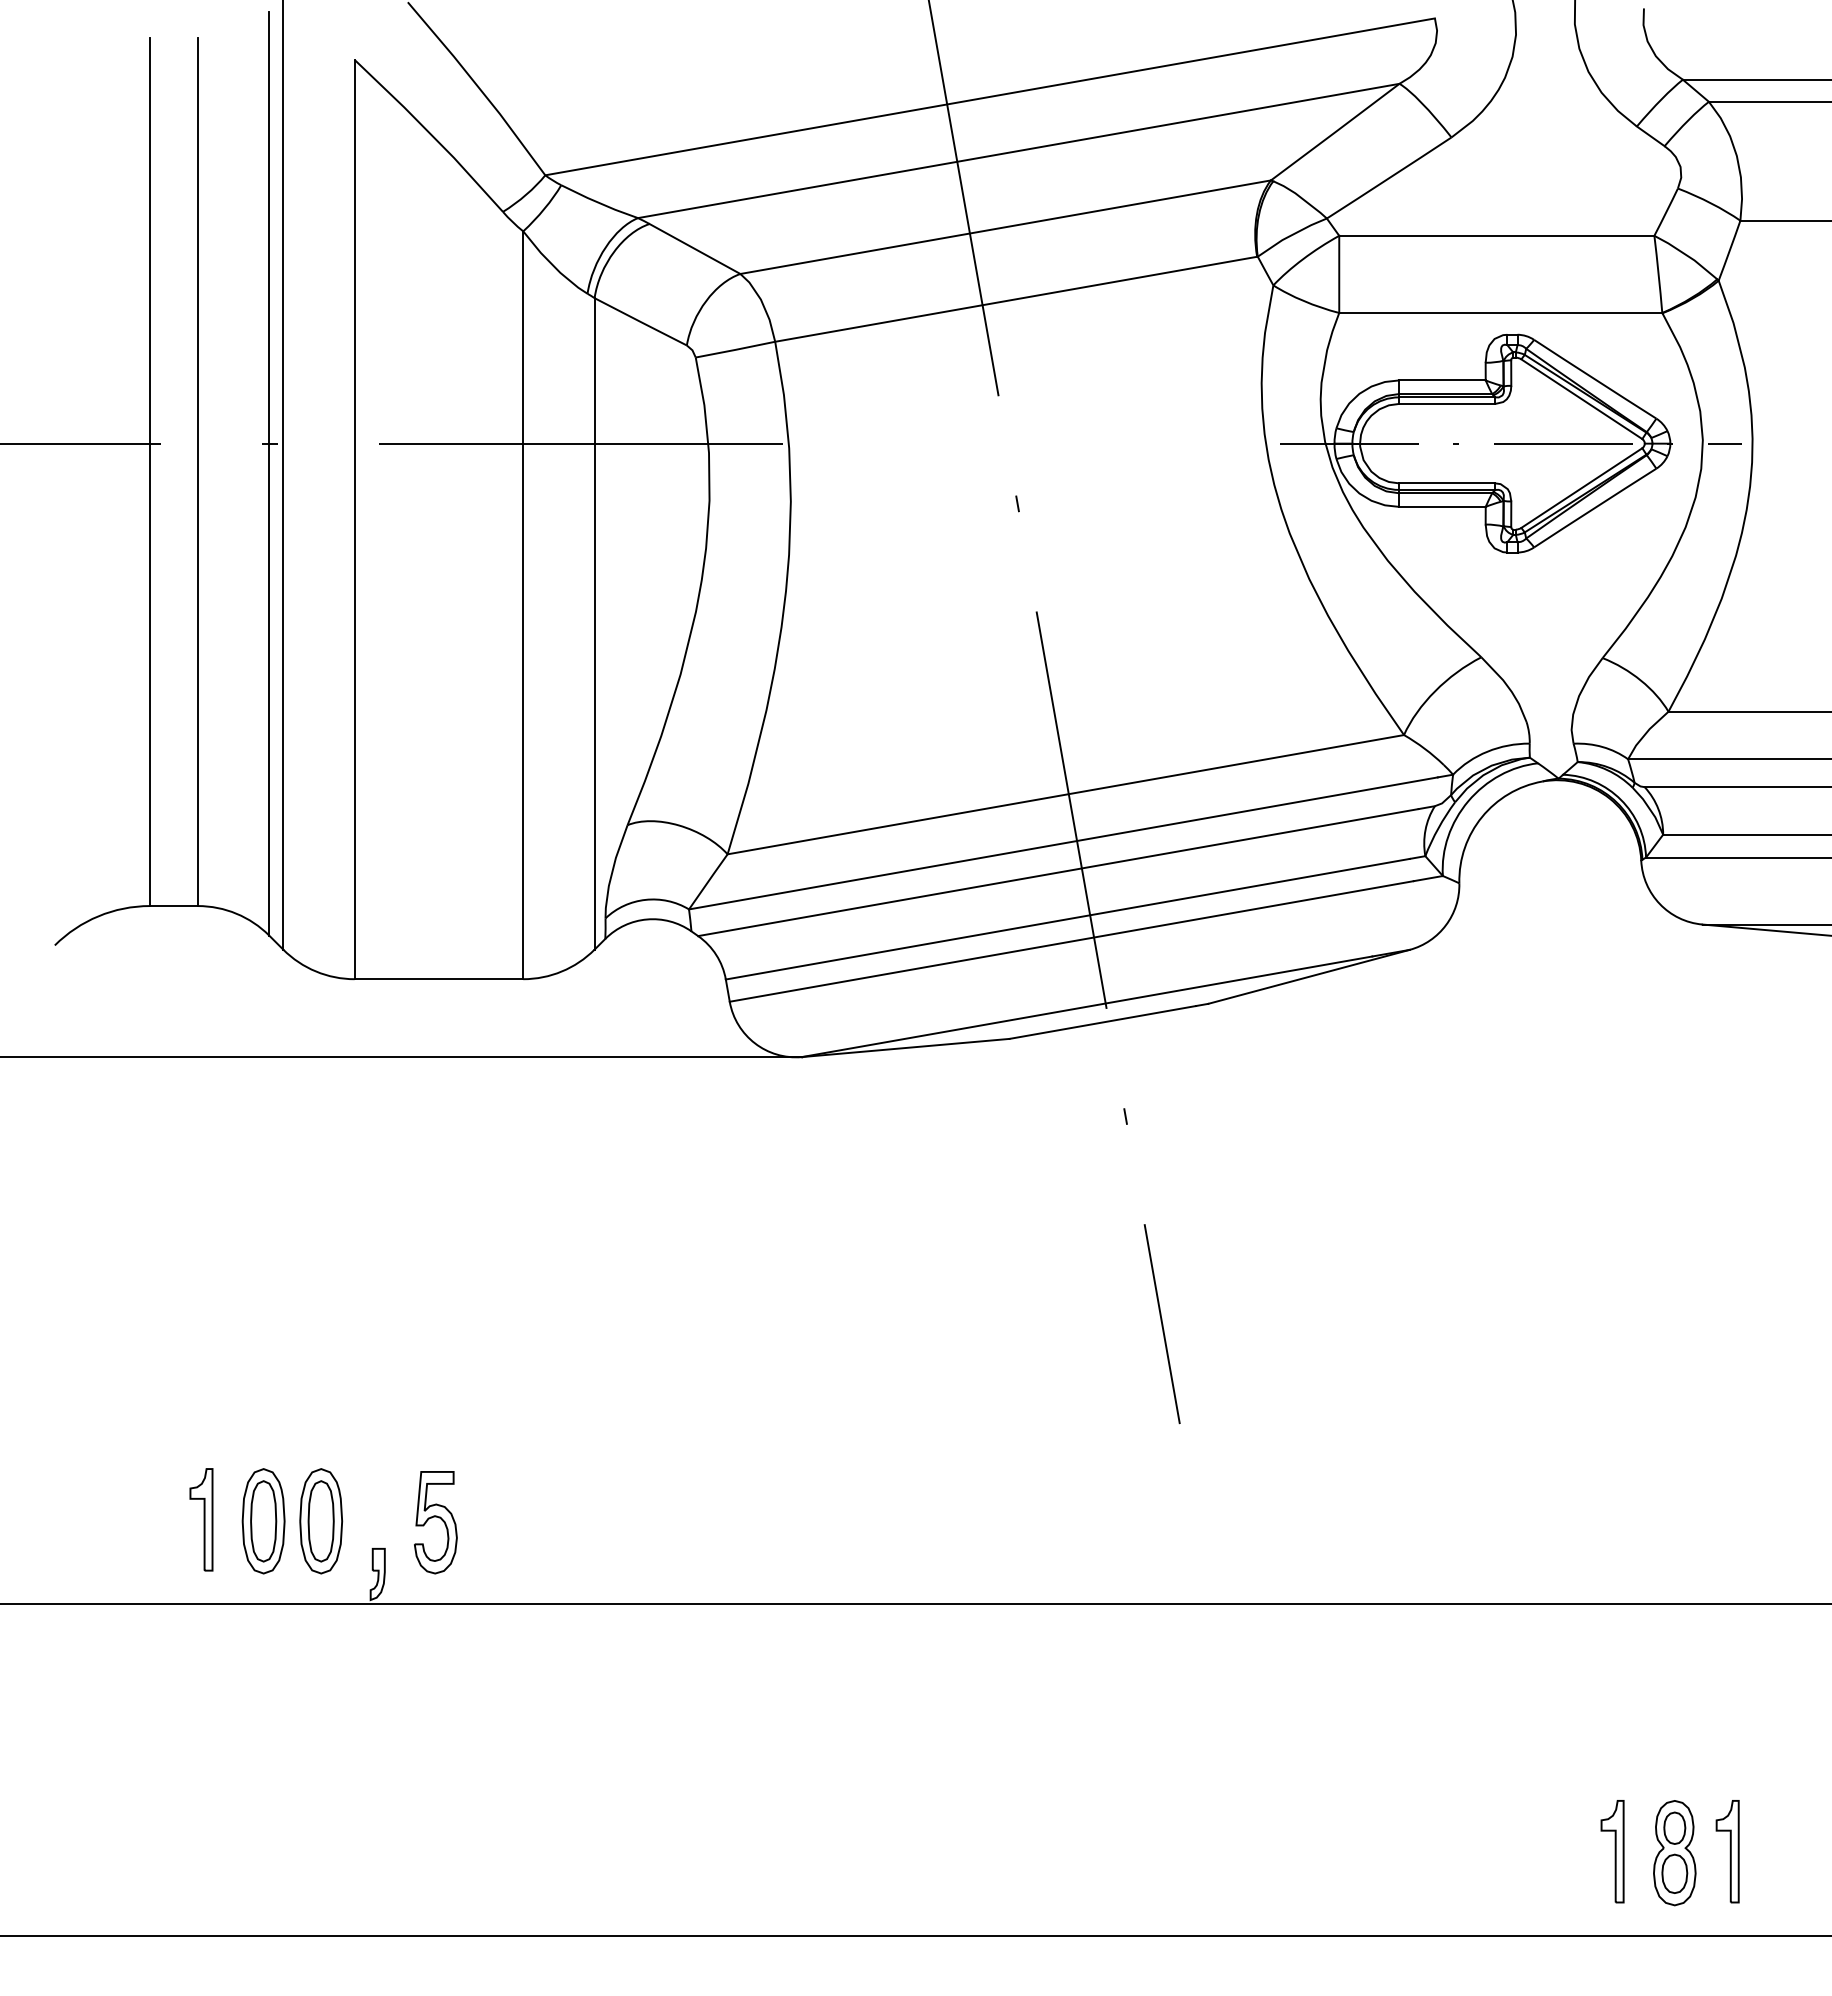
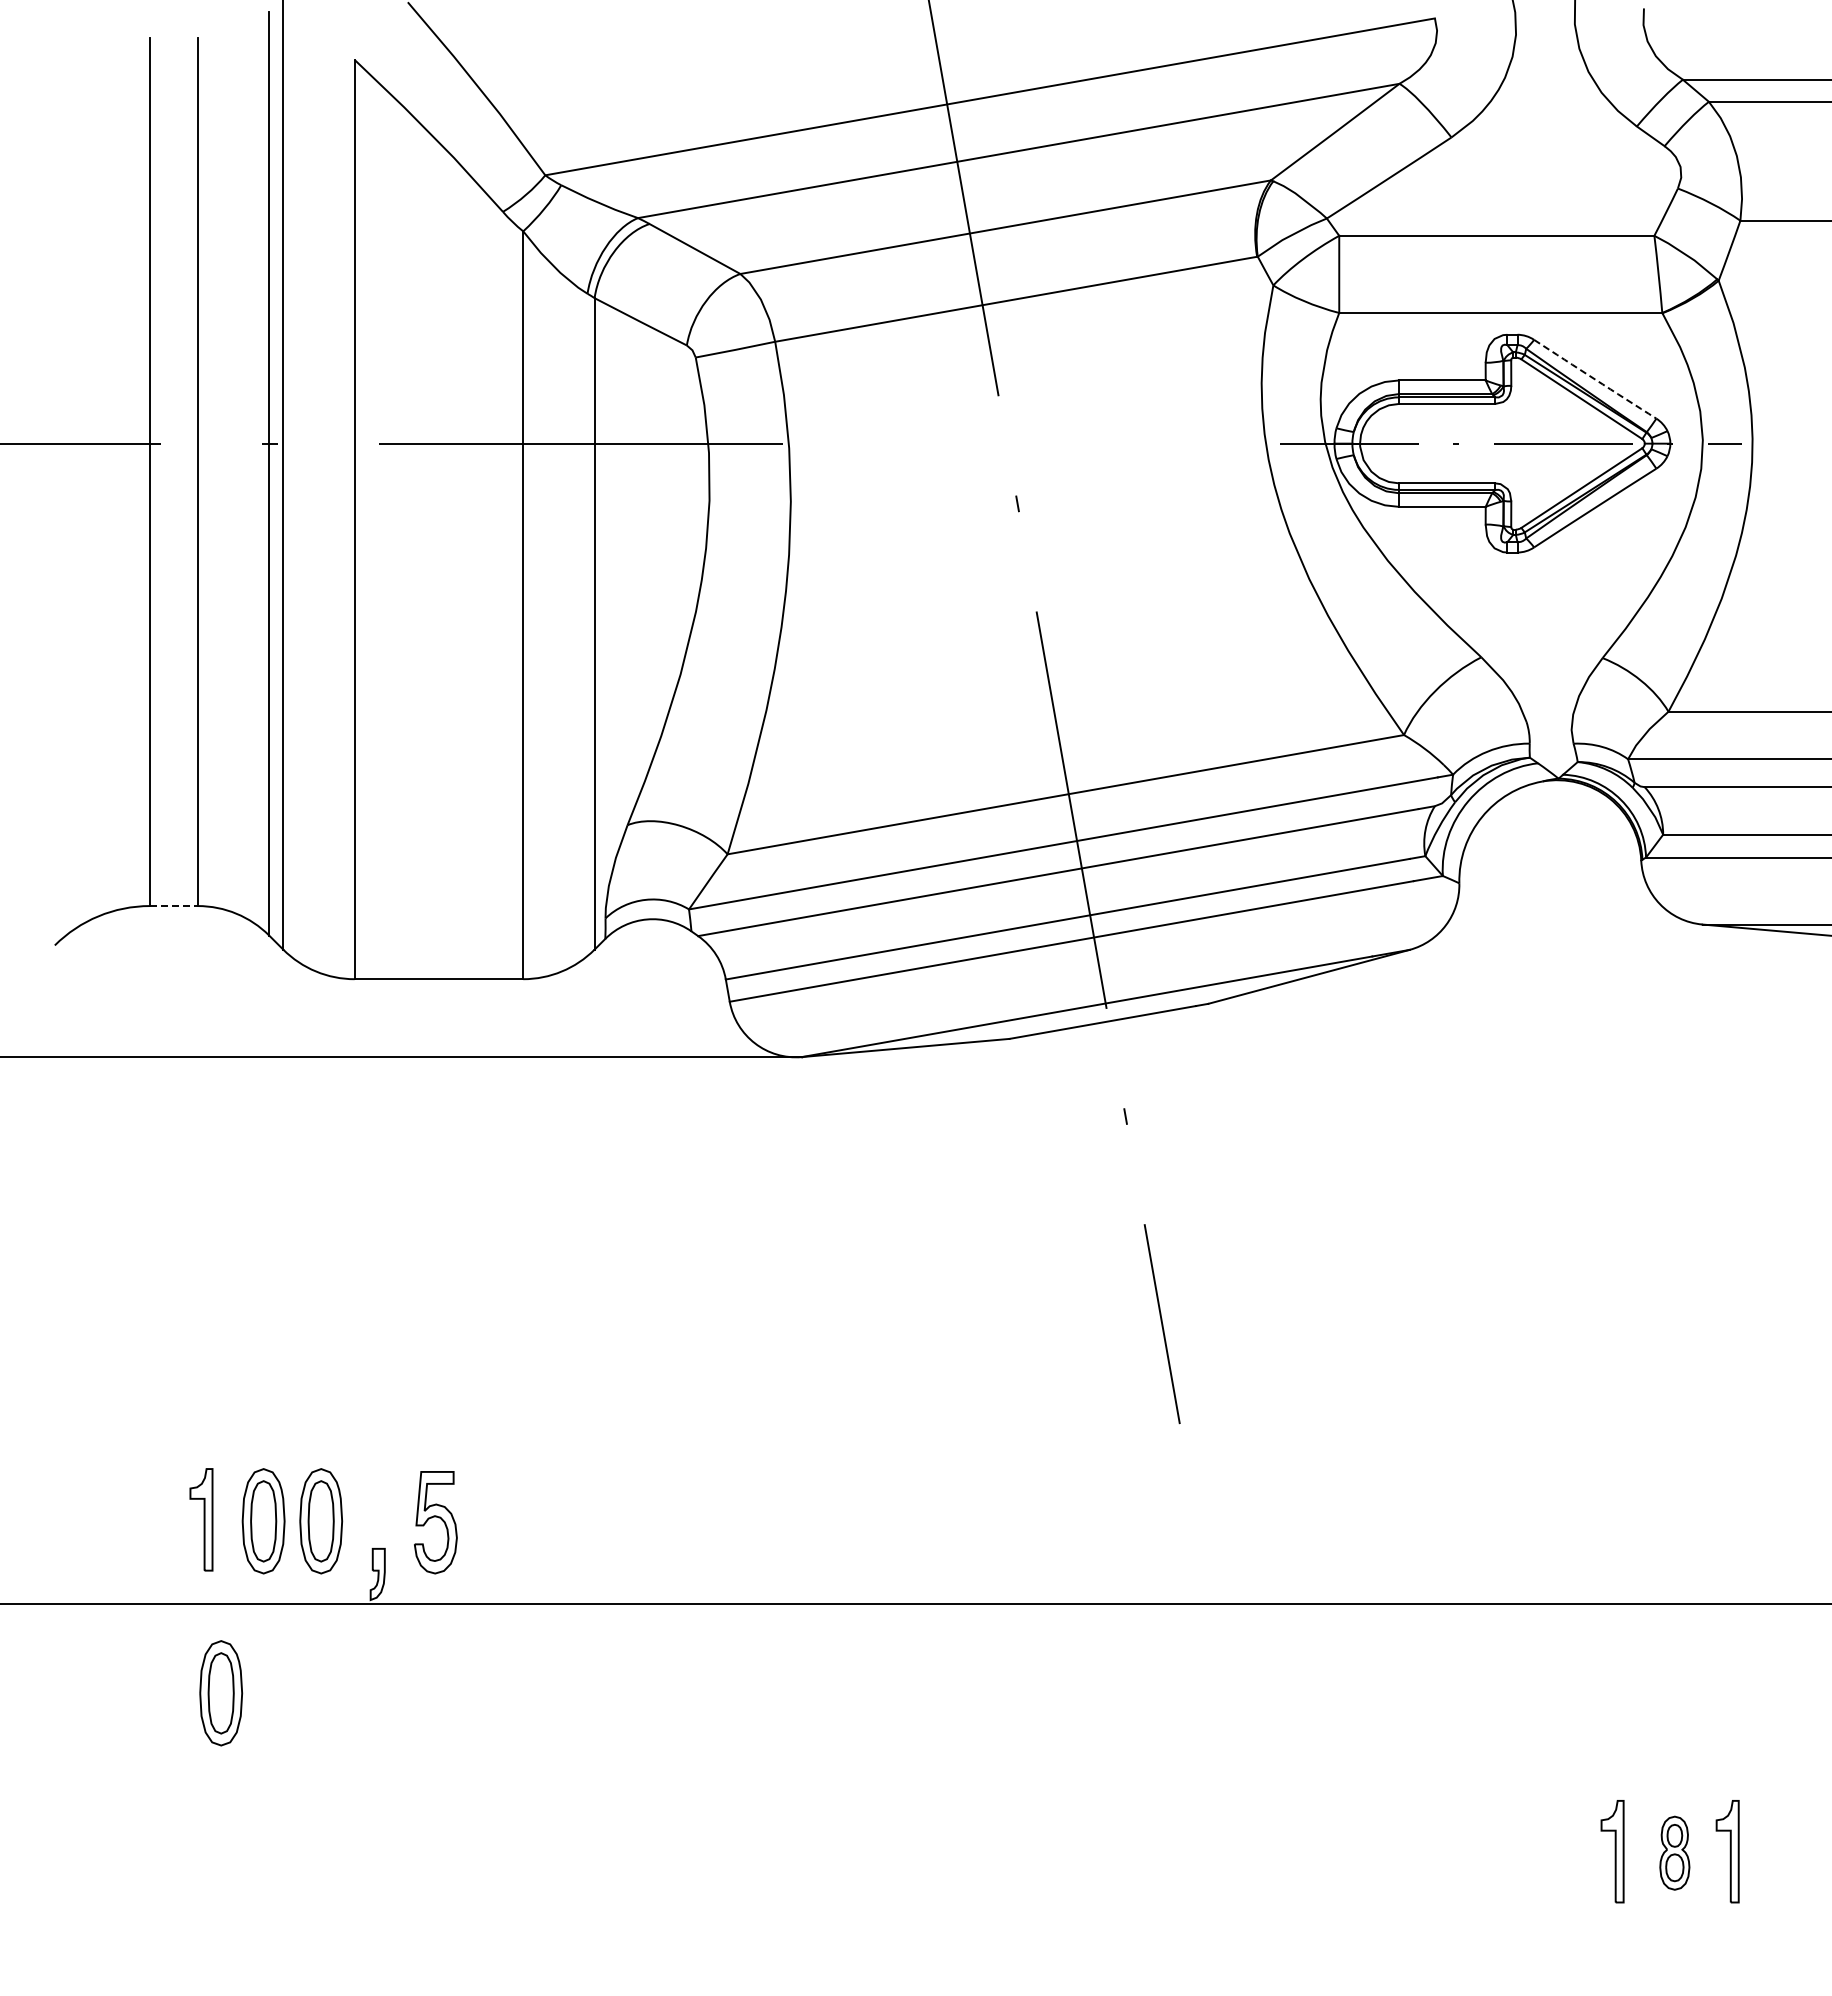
arc at (1595, 379): solid -> dashed
line at (173, 906): solid -> dashed
part at (221, 1693): none -> present
part at (1674, 1853) size: 44x107 px -> 32x76 px
line at (915, 1936): present -> none
